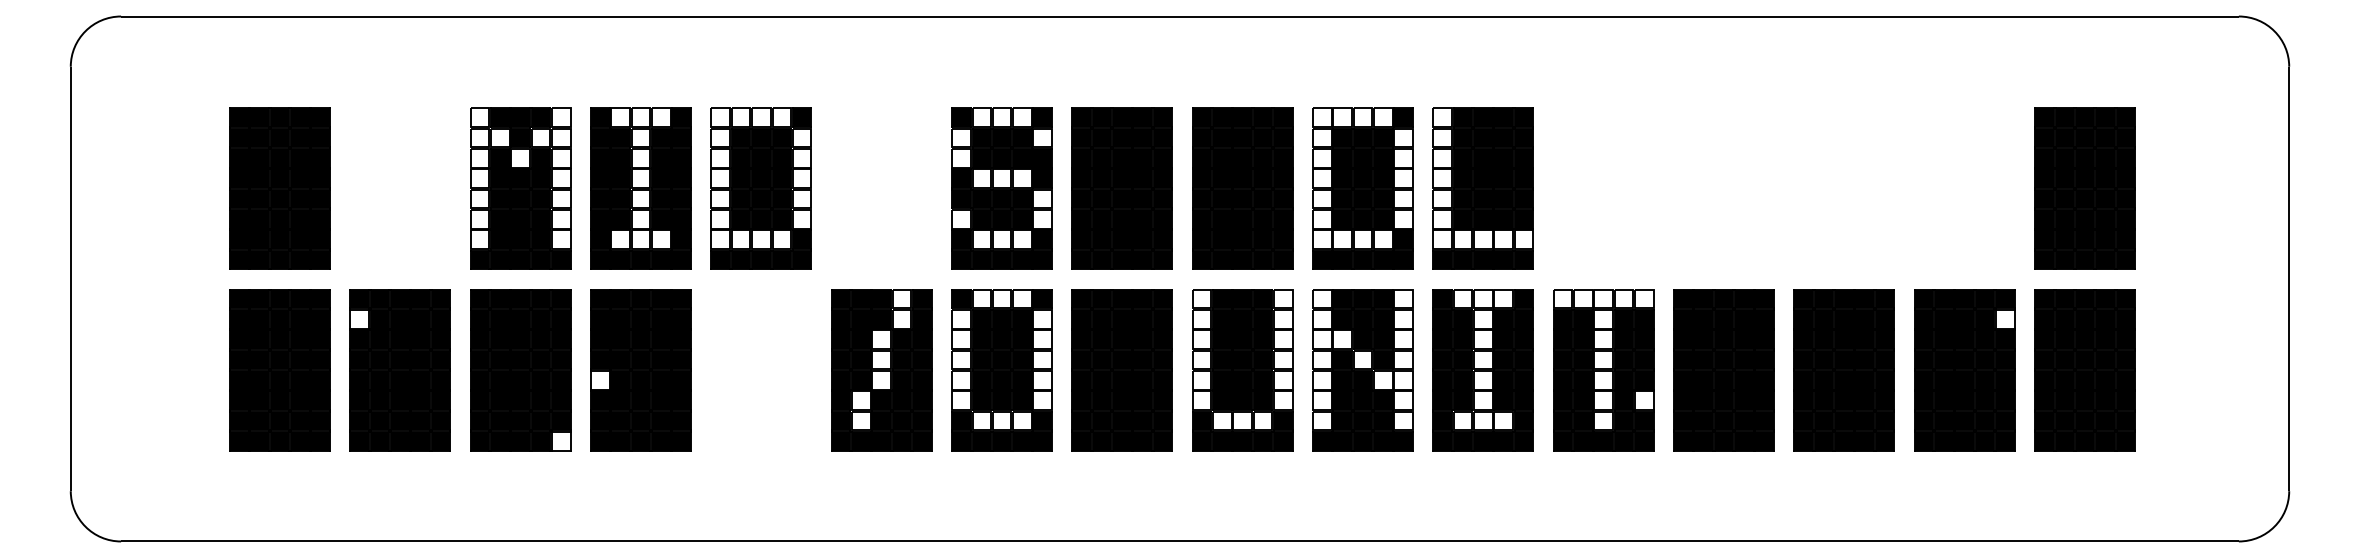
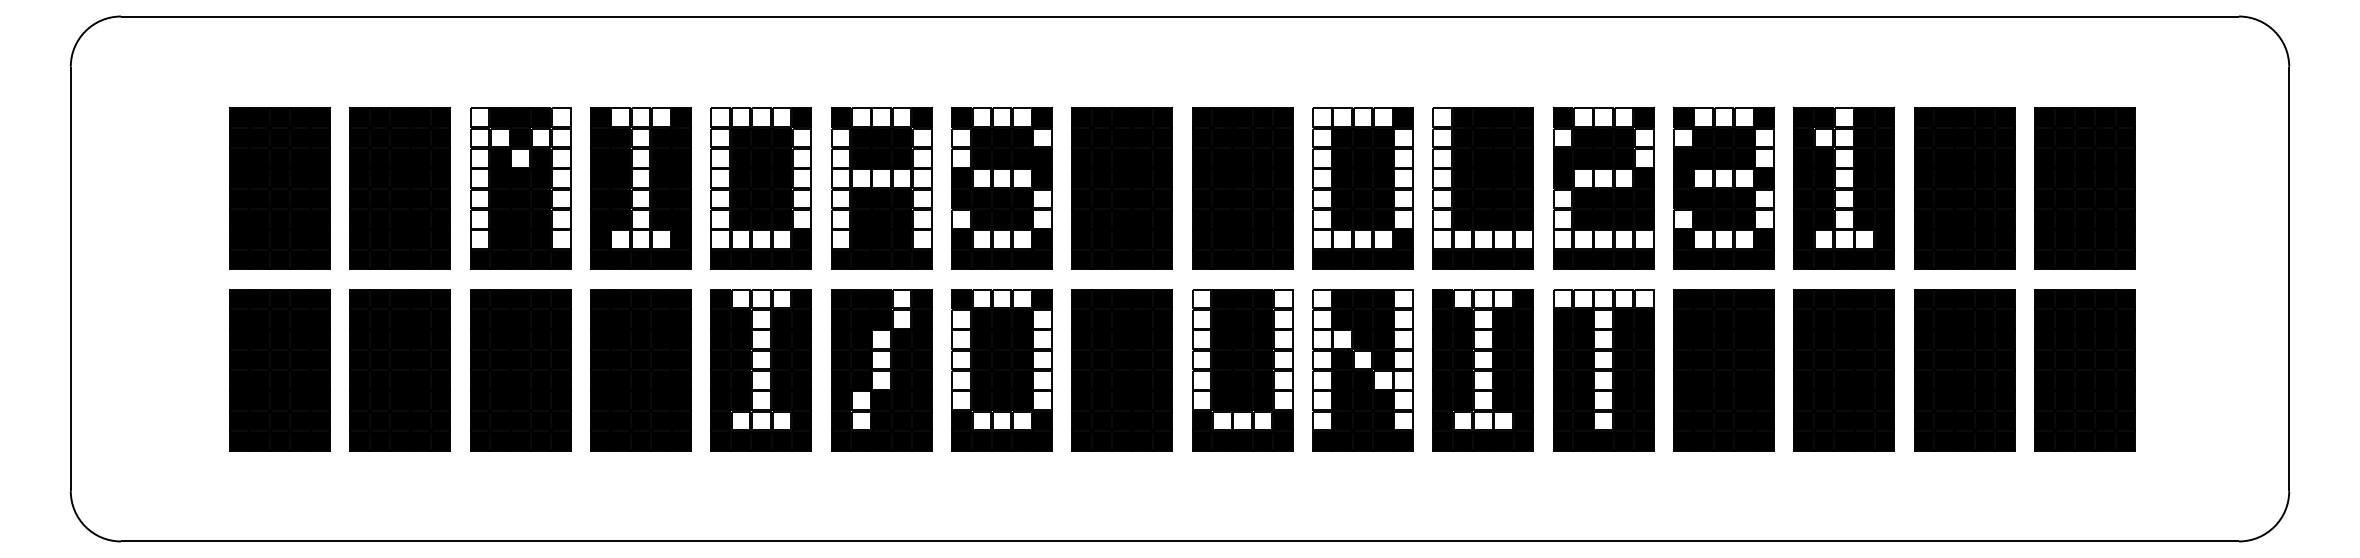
part at (399, 188): none -> present
part at (881, 188): none -> present
part at (1603, 188): none -> present
part at (1723, 188): none -> present
part at (1843, 188): none -> present
part at (1964, 188): none -> present
fill at (359, 319): none -> present
fill at (2005, 319): none -> present
part at (760, 370): none -> present
fill at (600, 380): none -> present
fill at (1644, 400): none -> present
fill at (561, 441): none -> present
